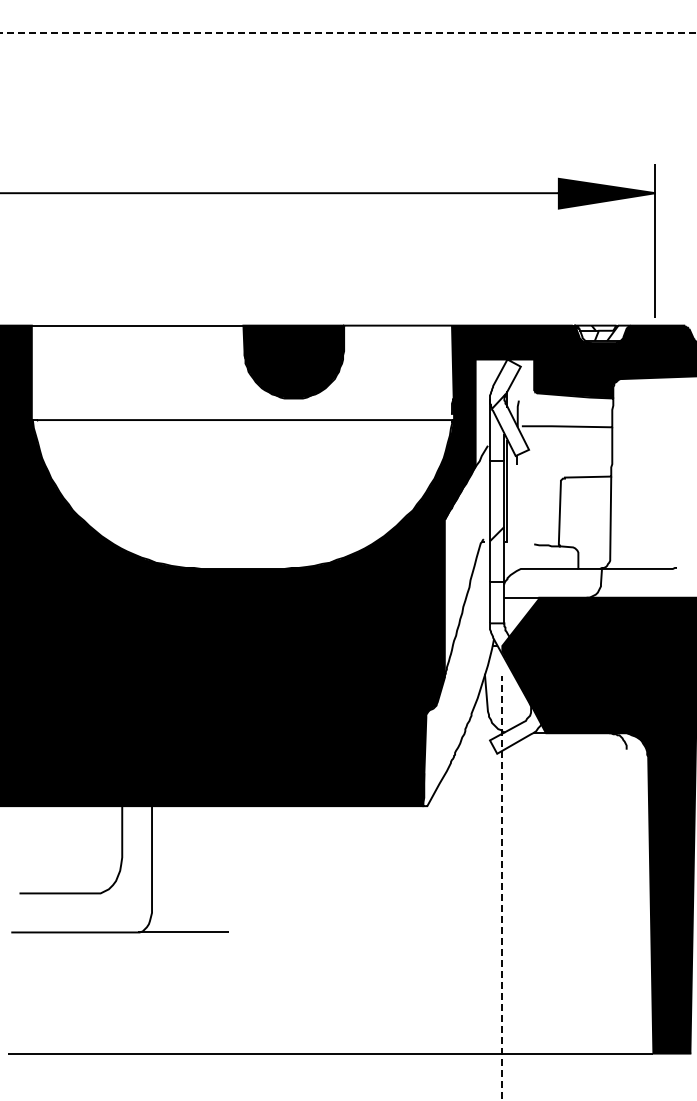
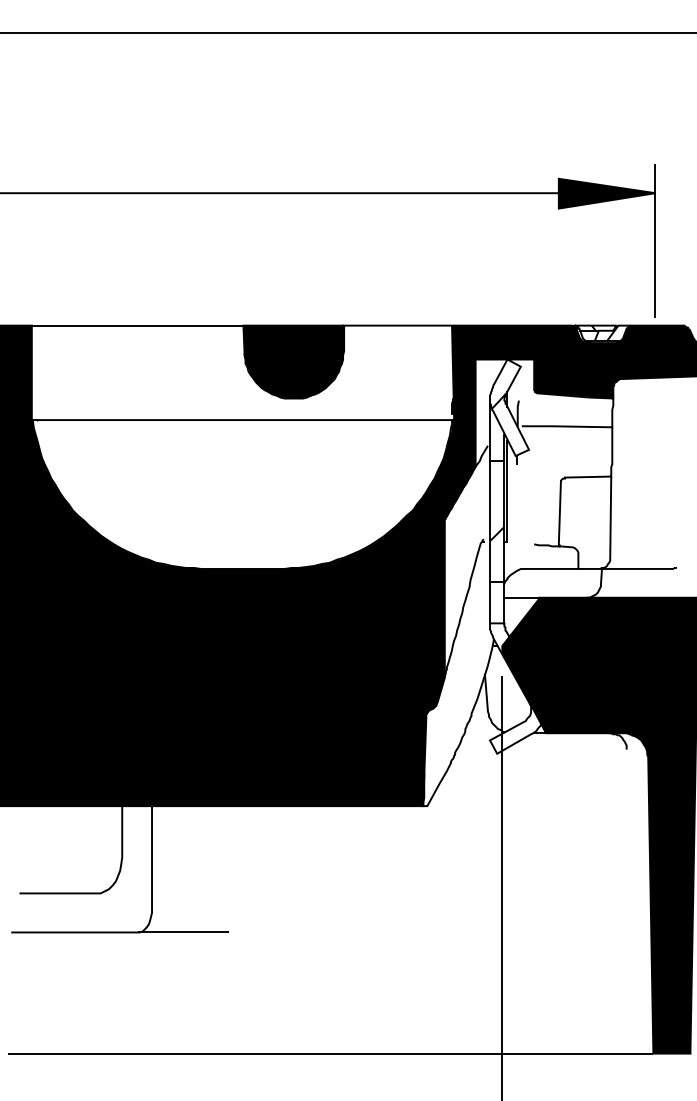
line at (348, 33): dashed -> solid
line at (502, 887): dashed -> solid
